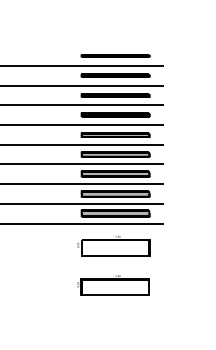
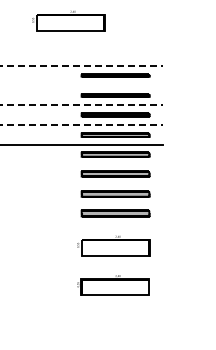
part at (68, 21): none -> present
line at (115, 55): present -> none
line at (81, 65): solid -> dashed
line at (82, 85): present -> none
line at (81, 105): solid -> dashed
line at (81, 124): solid -> dashed
line at (82, 164): present -> none
line at (82, 184): present -> none
line at (82, 203): present -> none
line at (82, 223): present -> none
